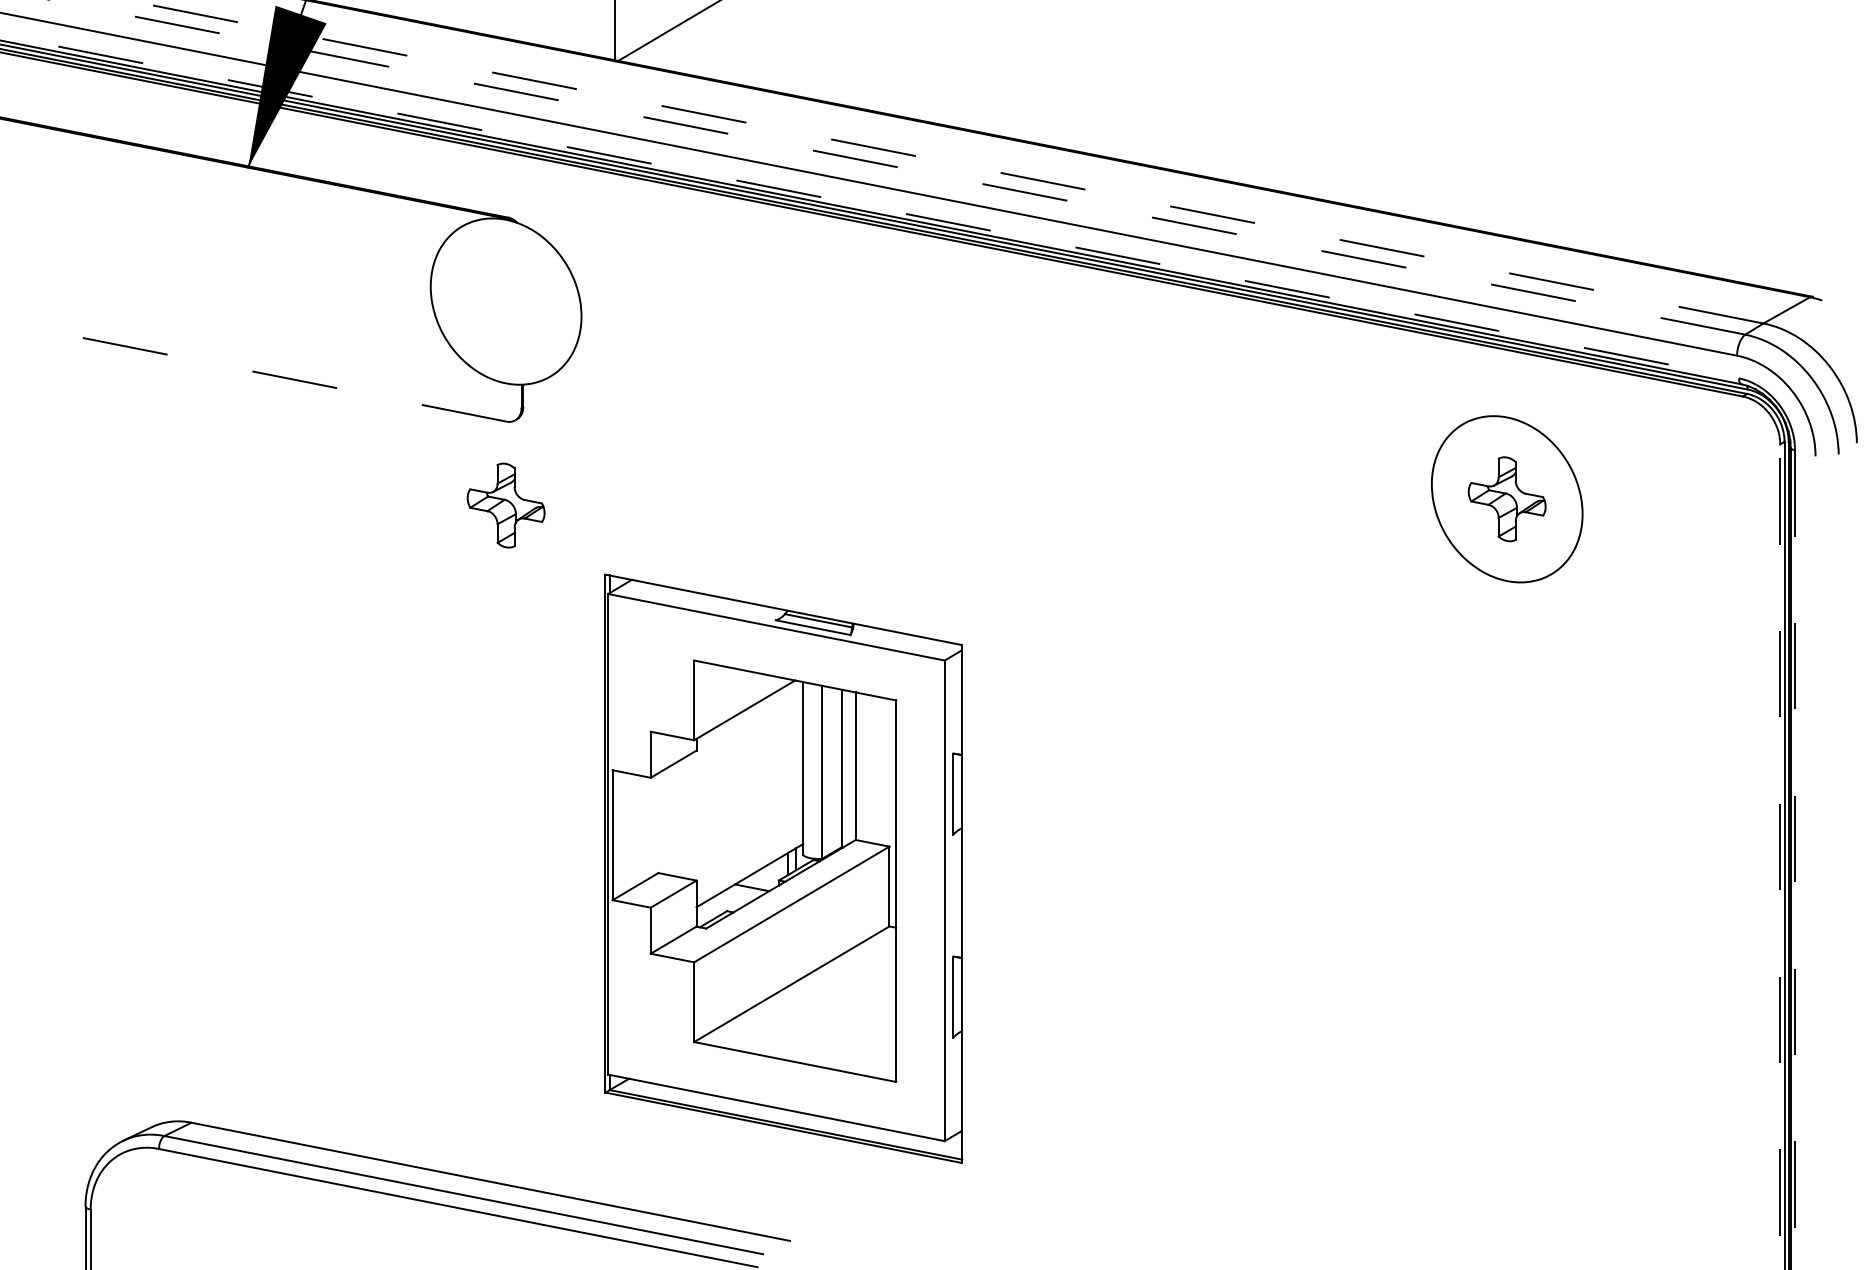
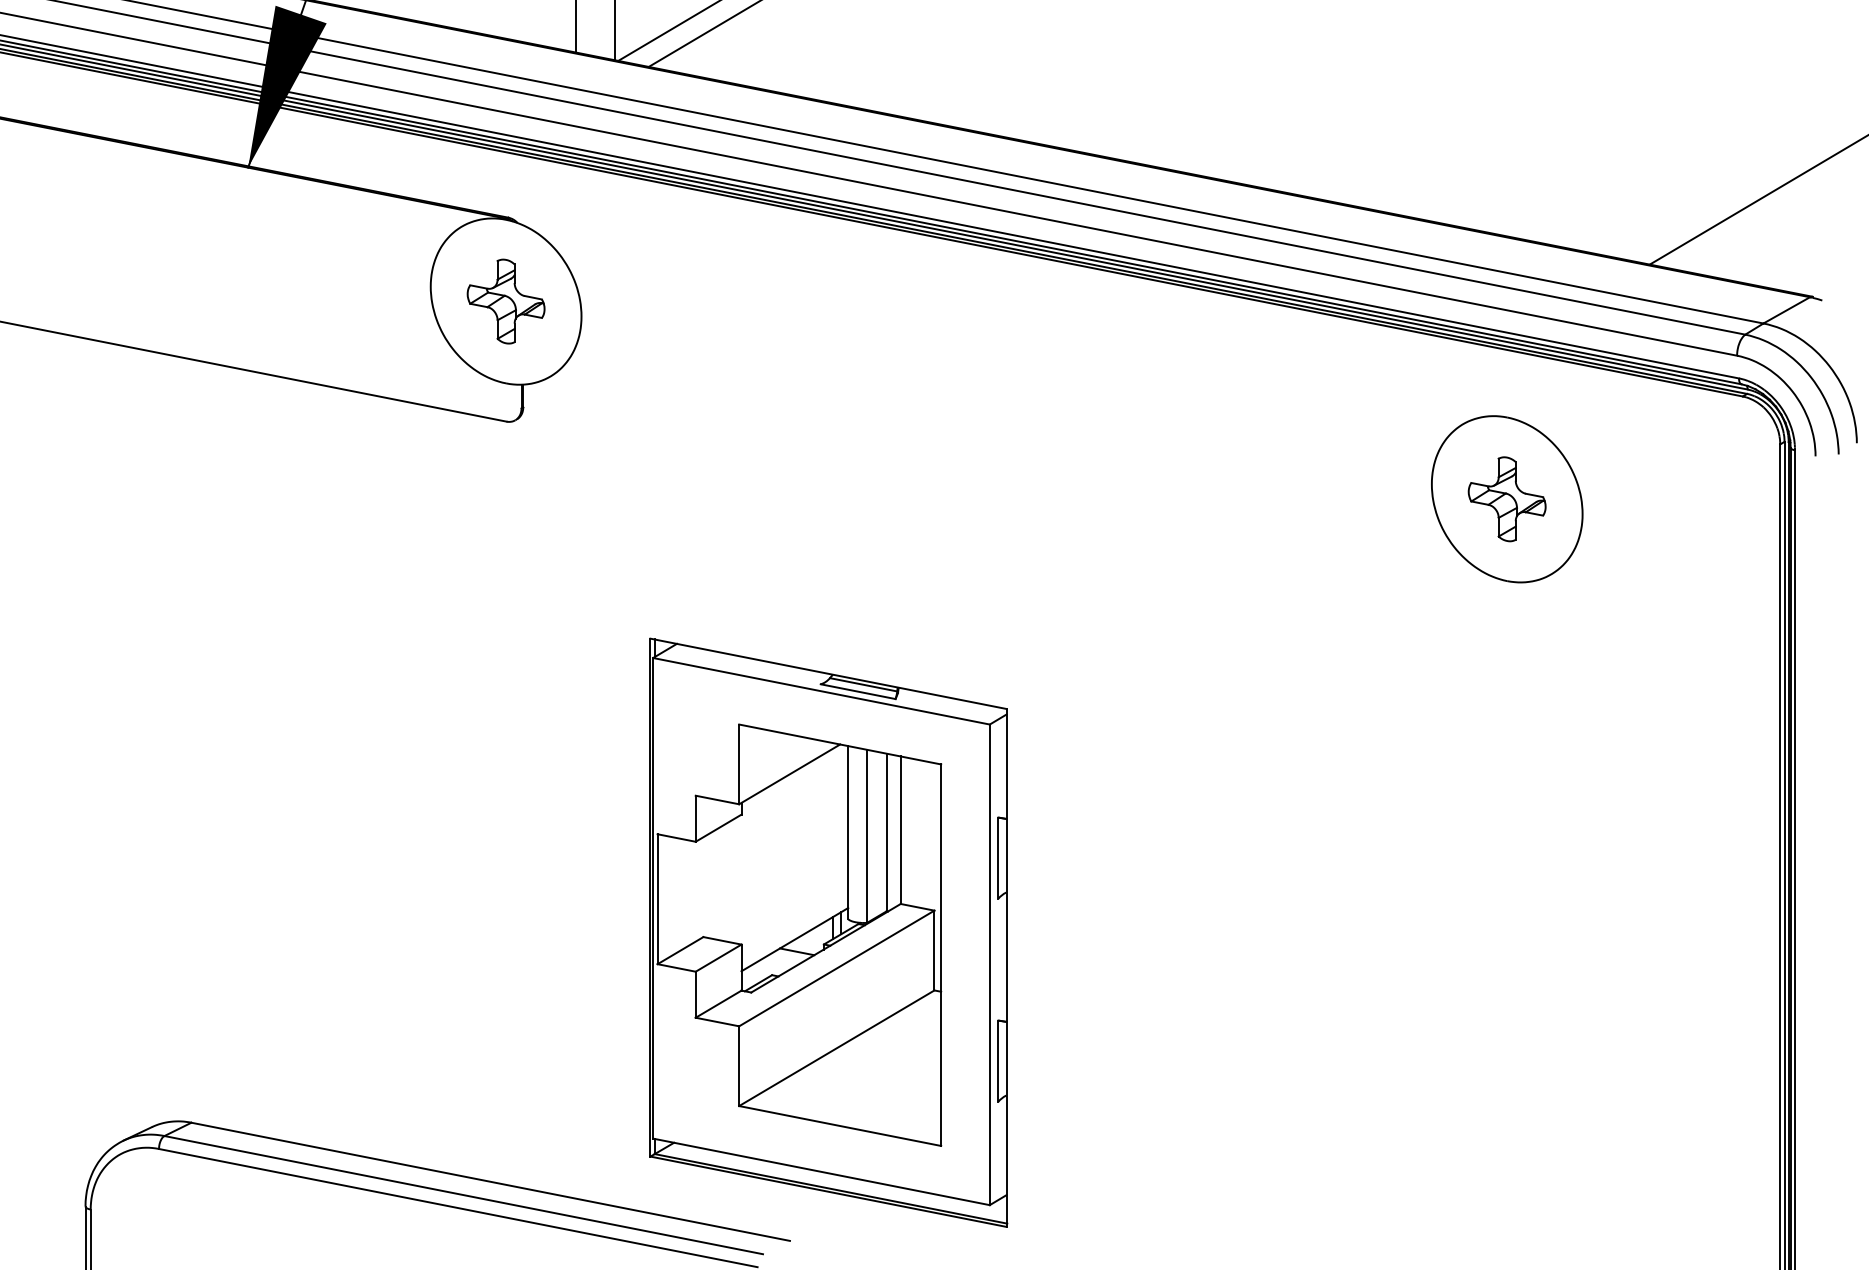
line at (575, 27): none -> present
line at (703, 34): none -> present
line at (944, 161): dashed -> solid
line at (897, 167): dashed -> solid
line at (1757, 200): none -> present
line at (869, 206): dashed -> solid
line at (252, 371): dashed -> solid
part at (505, 505) position: (505, 505) -> (505, 301)
line at (1780, 856): dashed -> solid
line at (1795, 860): dashed -> solid
part at (783, 868) position: (783, 868) -> (828, 932)
